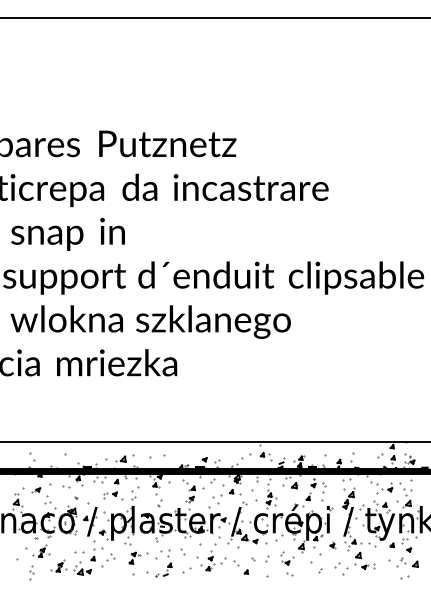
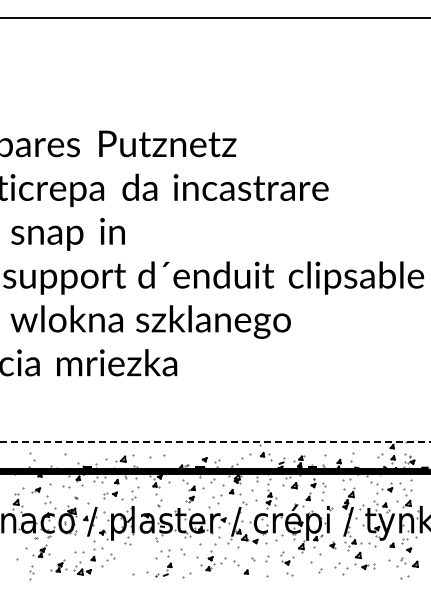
line at (215, 442): solid -> dashed
part at (138, 557): present -> none
part at (186, 570) position: (186, 570) -> (186, 575)
